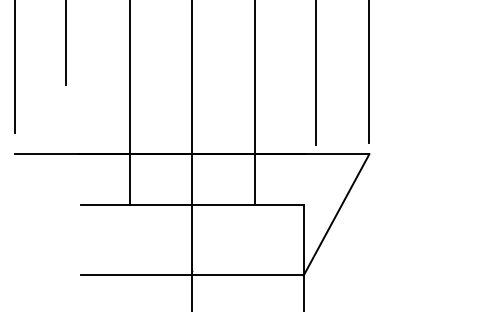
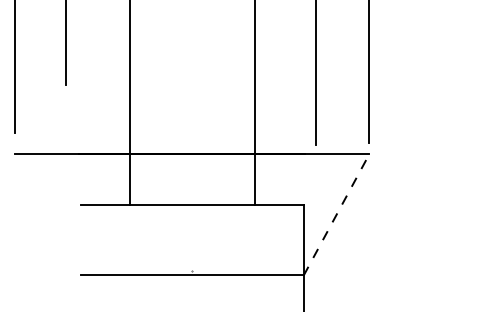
line at (192, 155): present -> none
line at (336, 214): solid -> dashed
